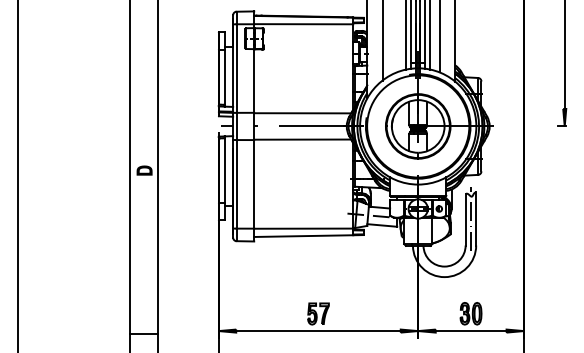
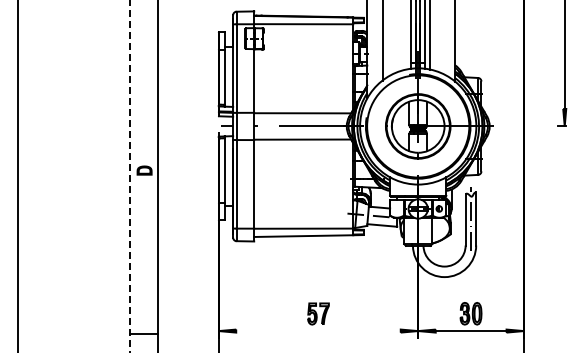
line at (406, 35): present -> none
line at (439, 37): present -> none
line at (129, 176): solid -> dashed
line at (318, 331): present -> none
